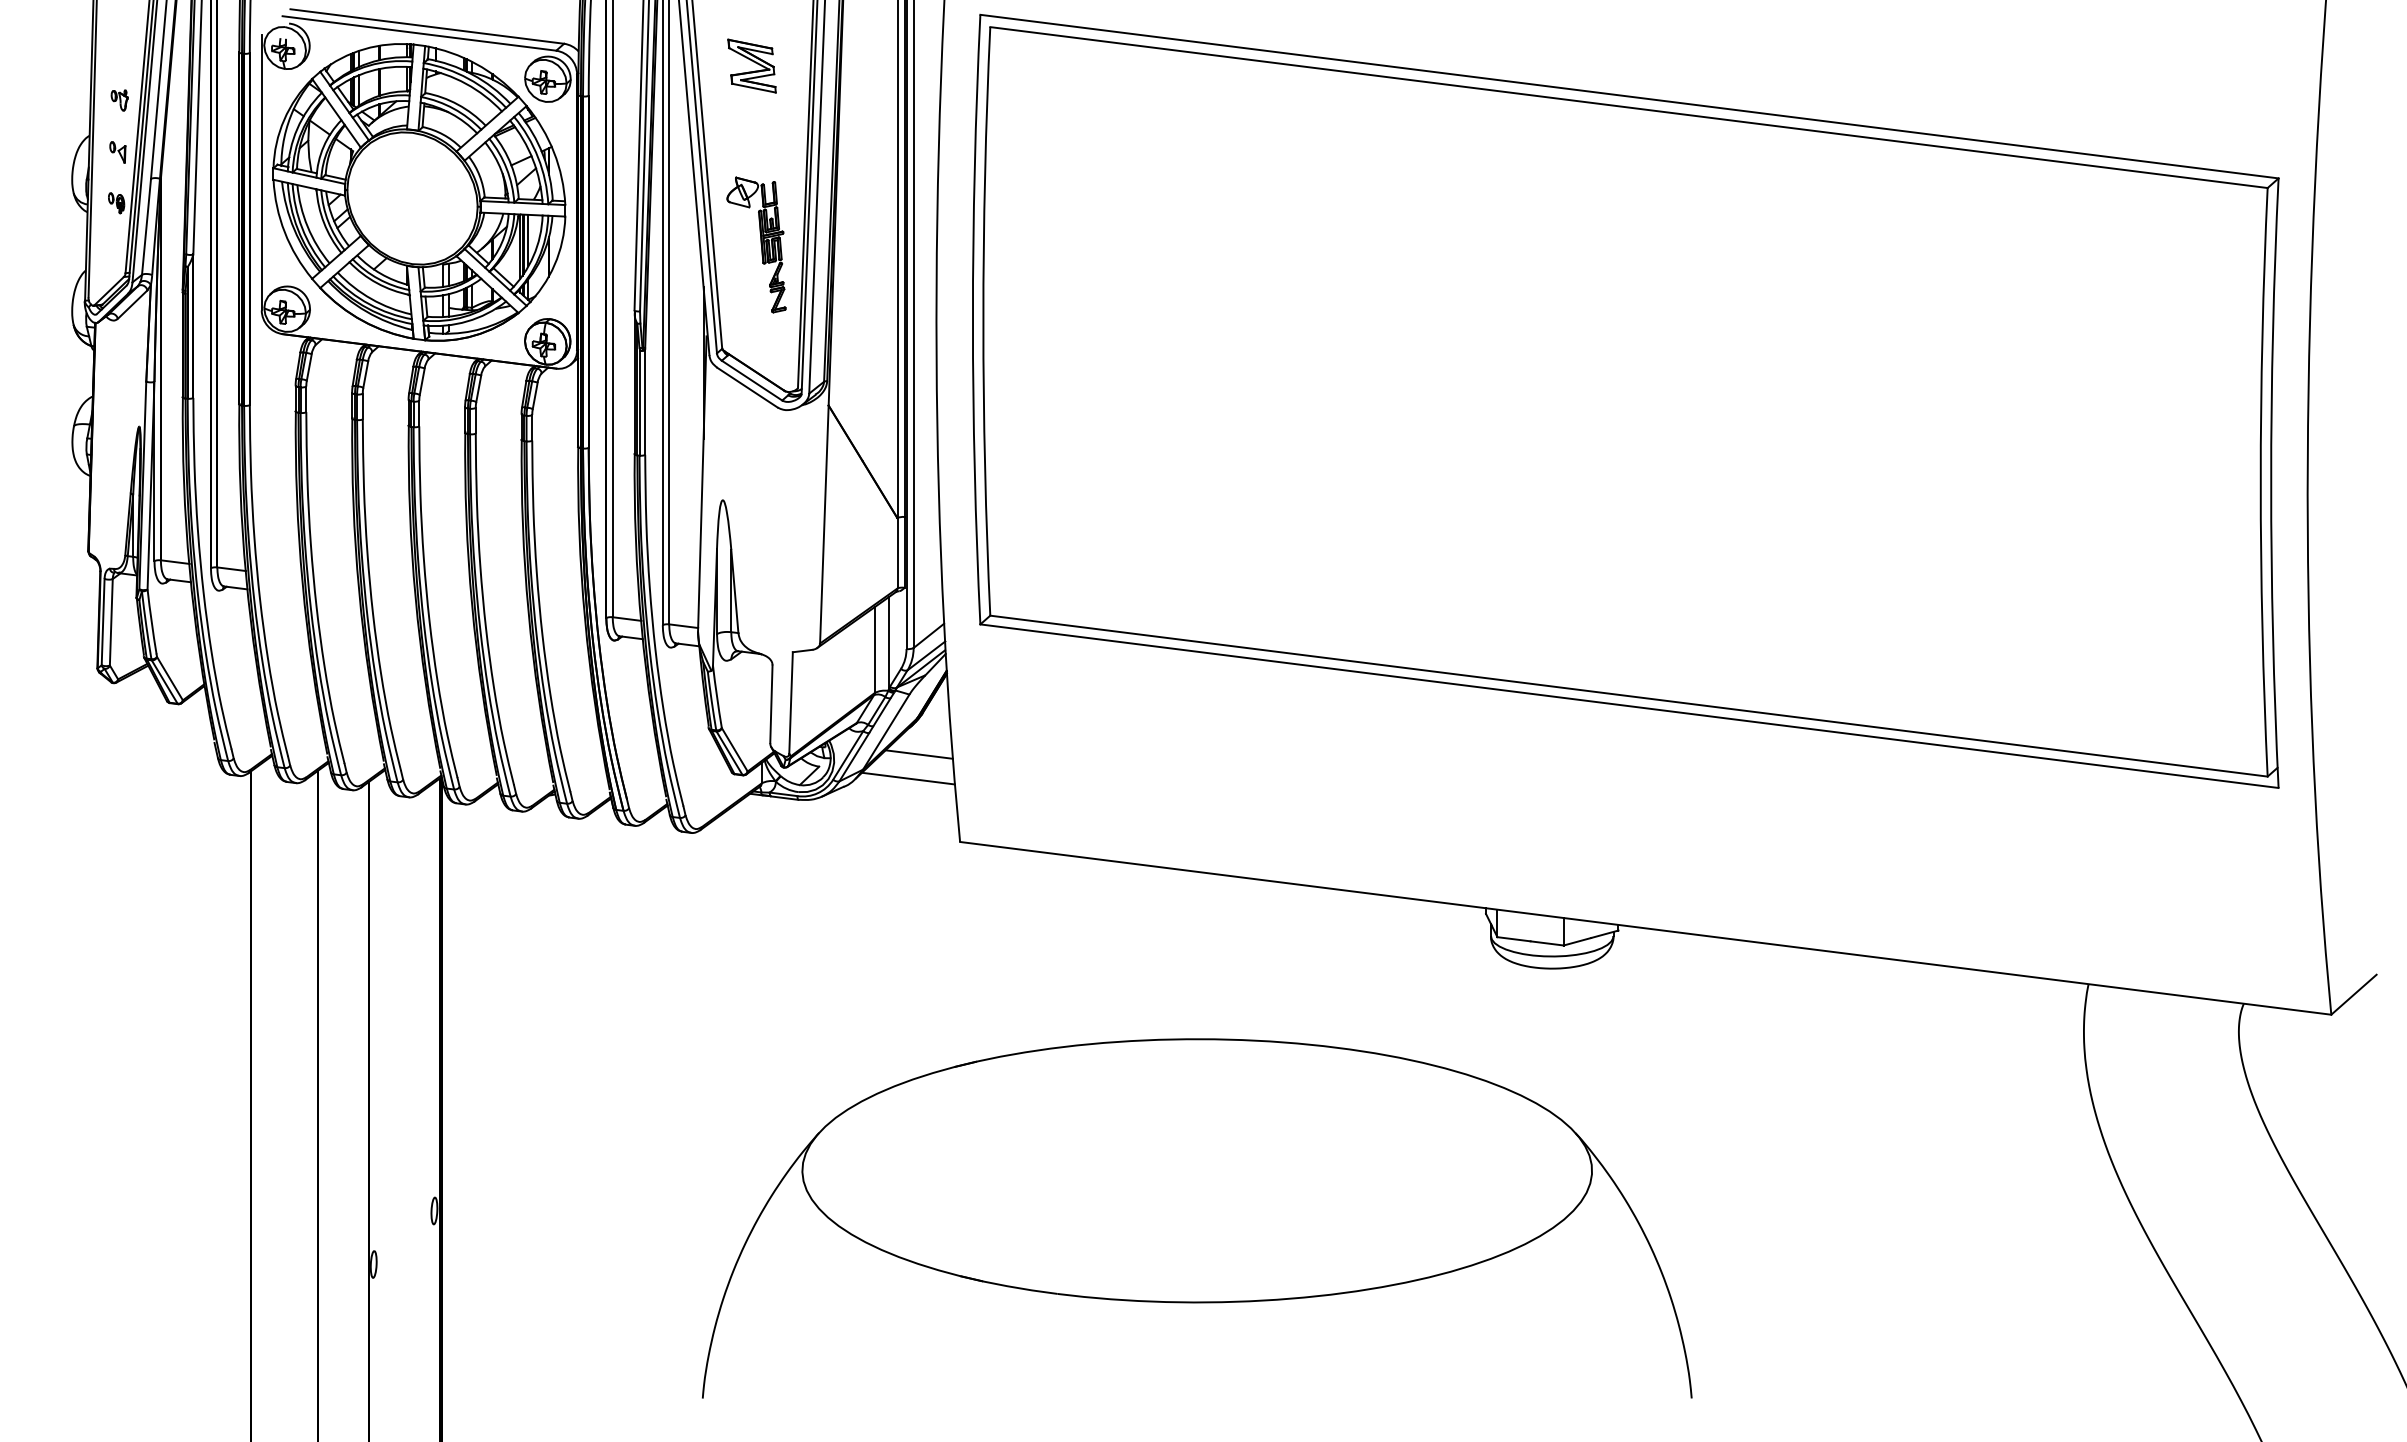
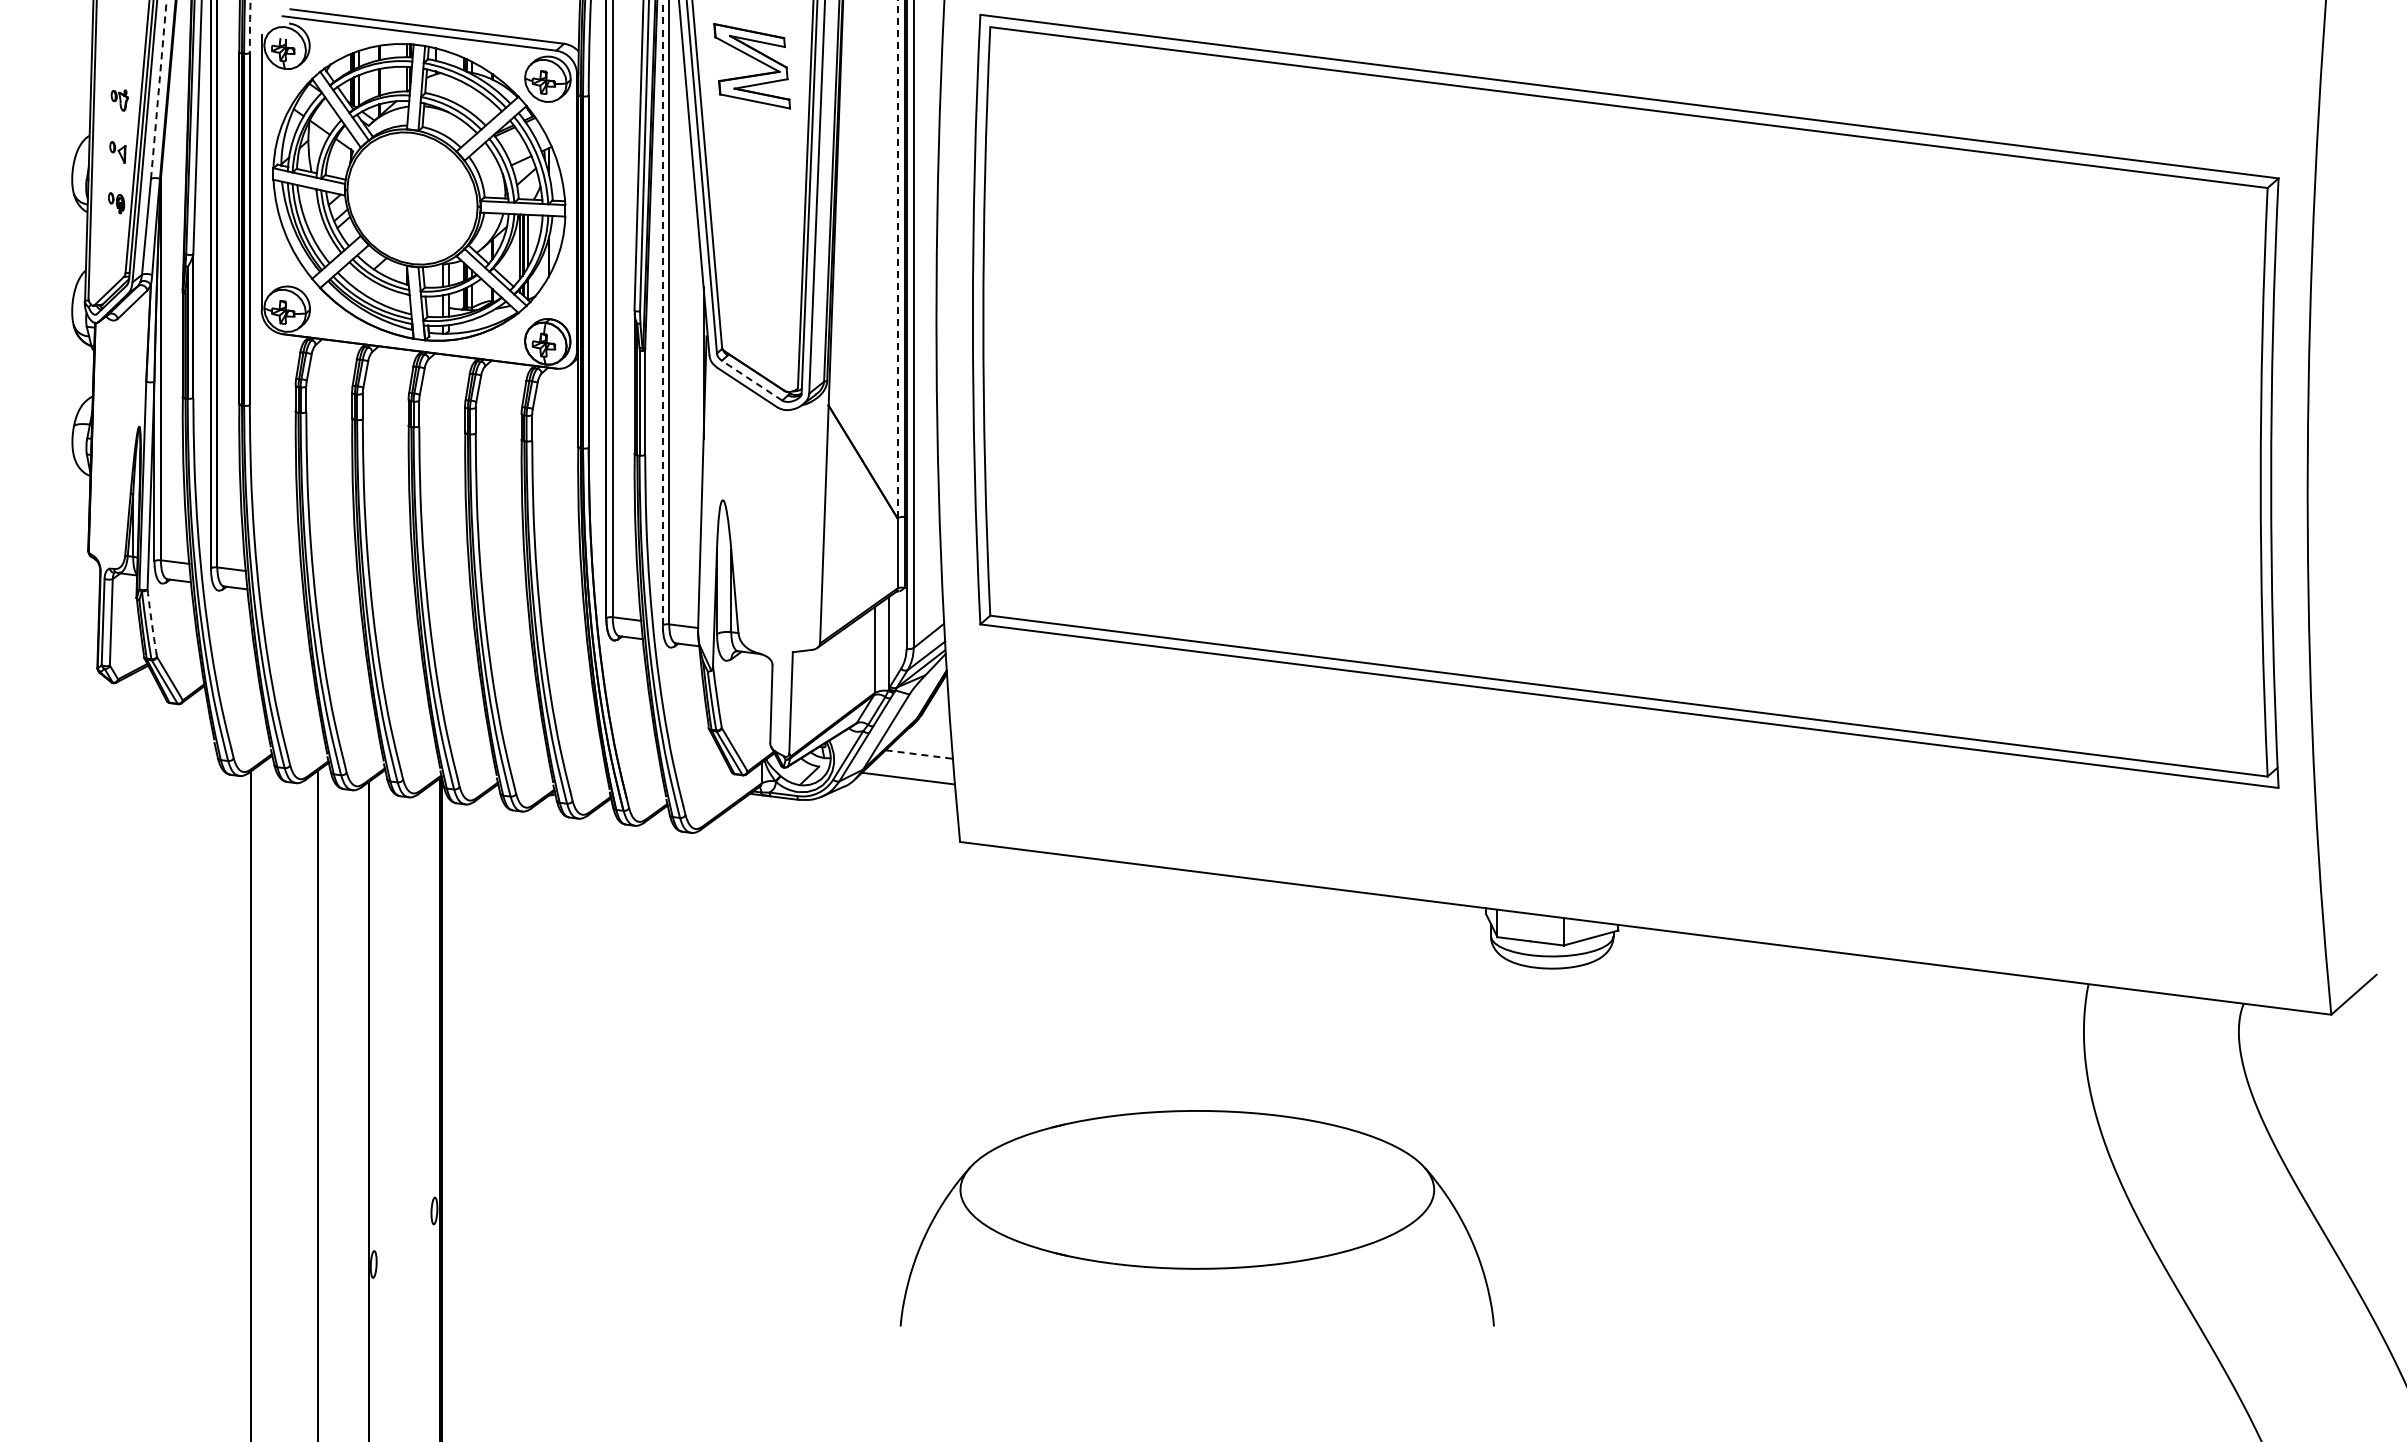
arc at (250, 27): solid -> dashed
part at (751, 65) size: 50x56 px -> 78x87 px
line at (158, 89): solid -> dashed
part at (756, 244): present -> none
line at (897, 259): solid -> dashed
line at (662, 312): solid -> dashed
line at (751, 380): solid -> dashed
arc at (151, 622): solid -> dashed
line at (919, 754): solid -> dashed
part at (1197, 1218) size: 991x361 px -> 596x217 px
